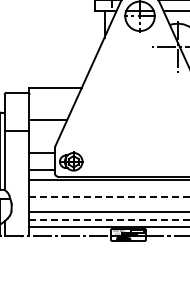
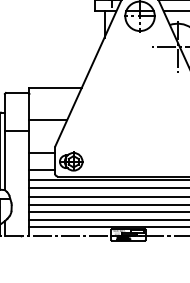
line at (107, 188): none -> present
line at (110, 196): dashed -> solid
line at (107, 204): none -> present
line at (110, 220): dashed -> solid
